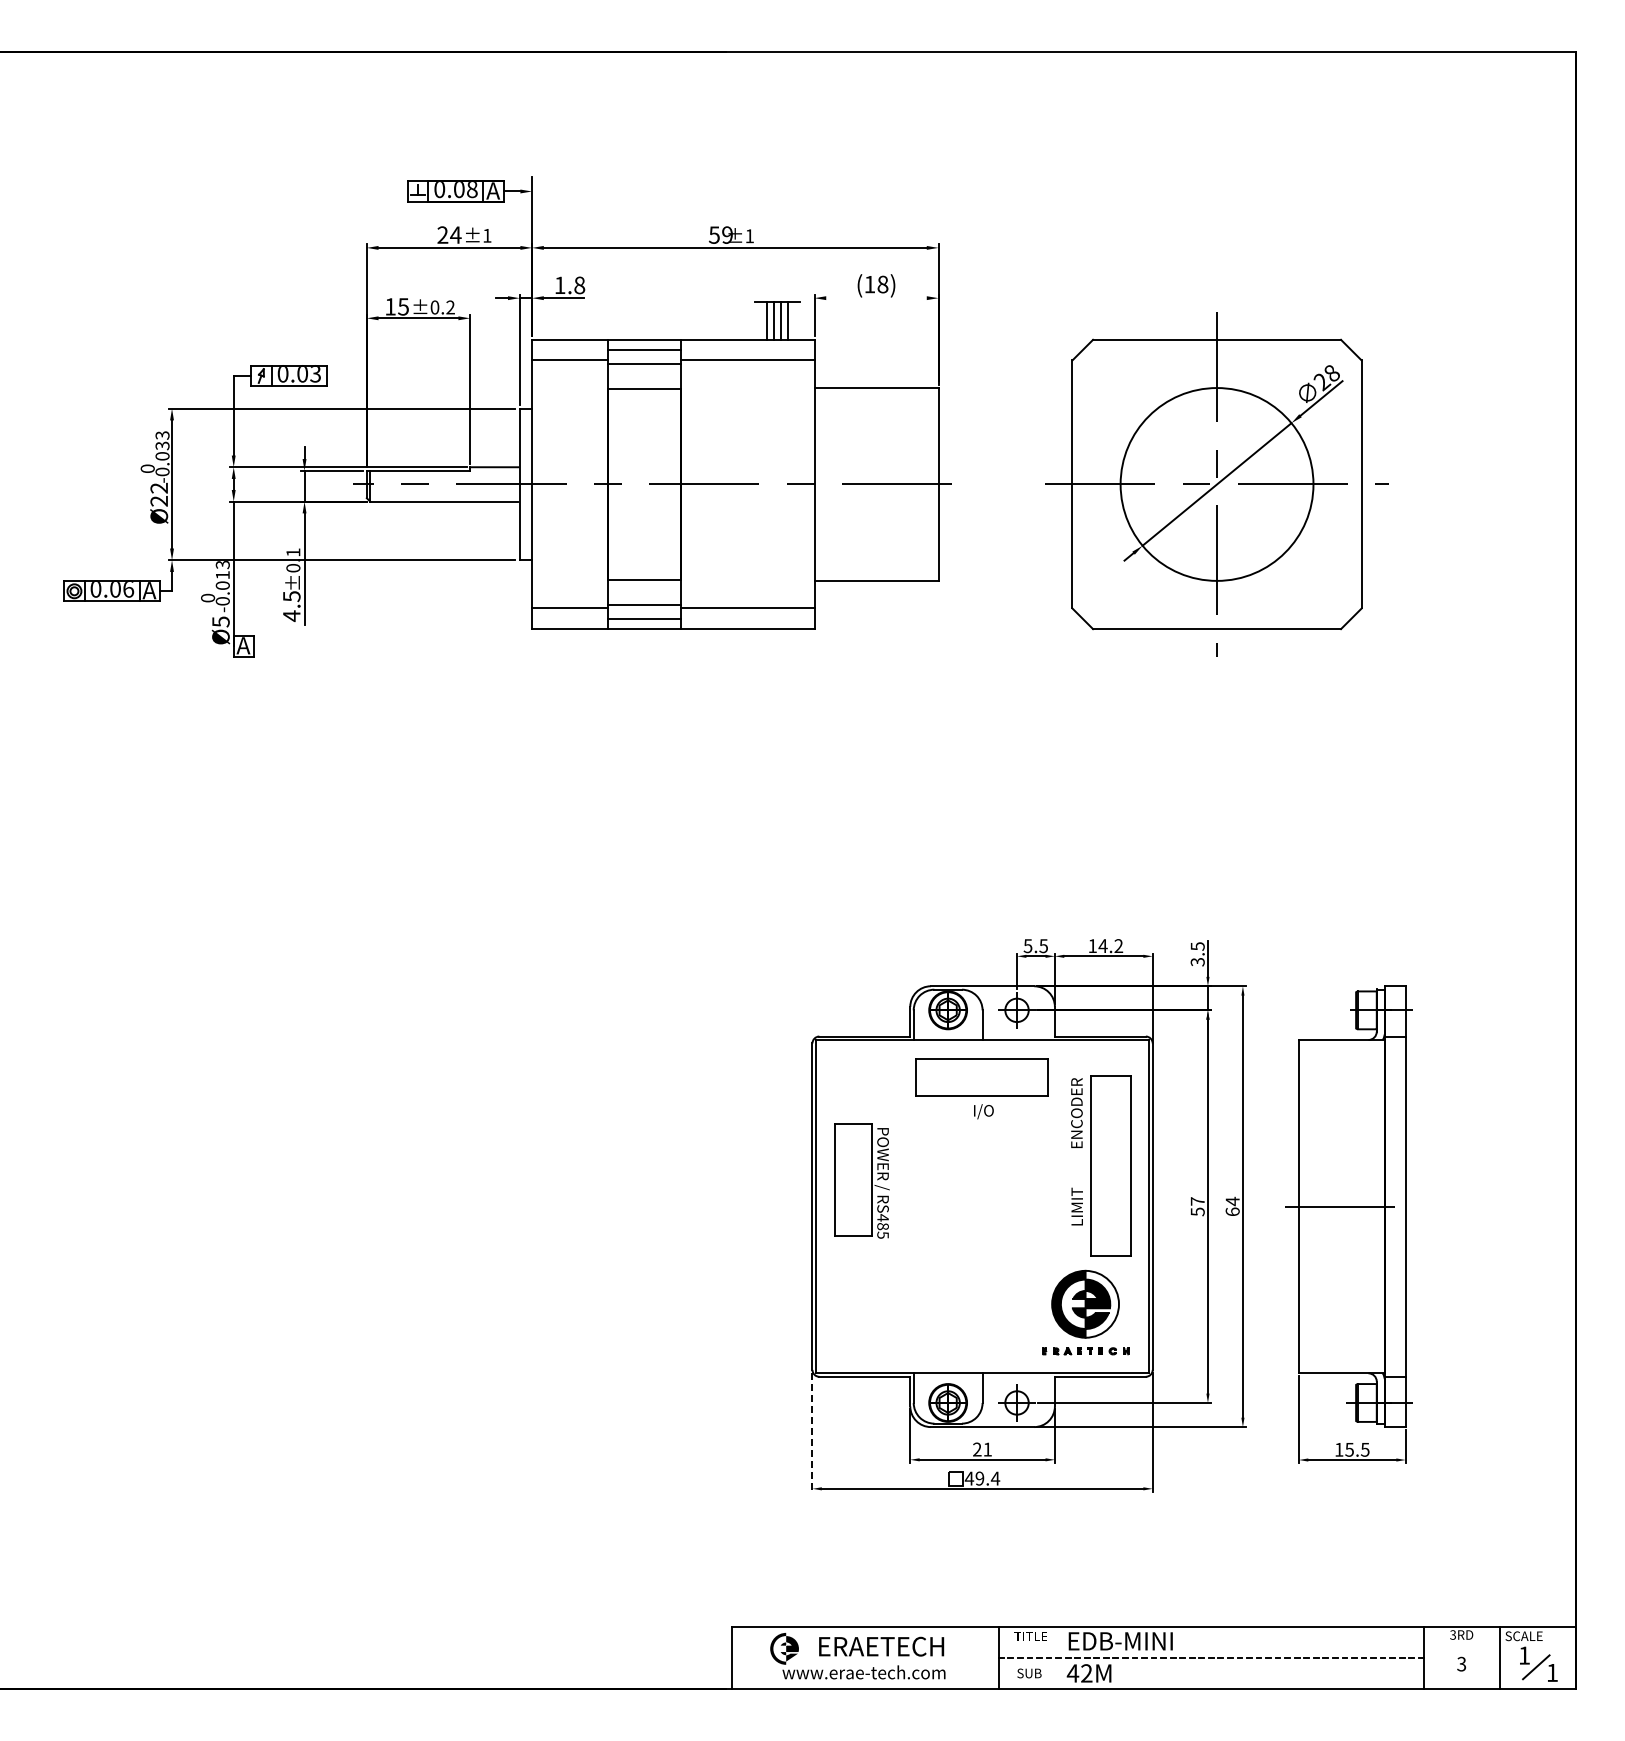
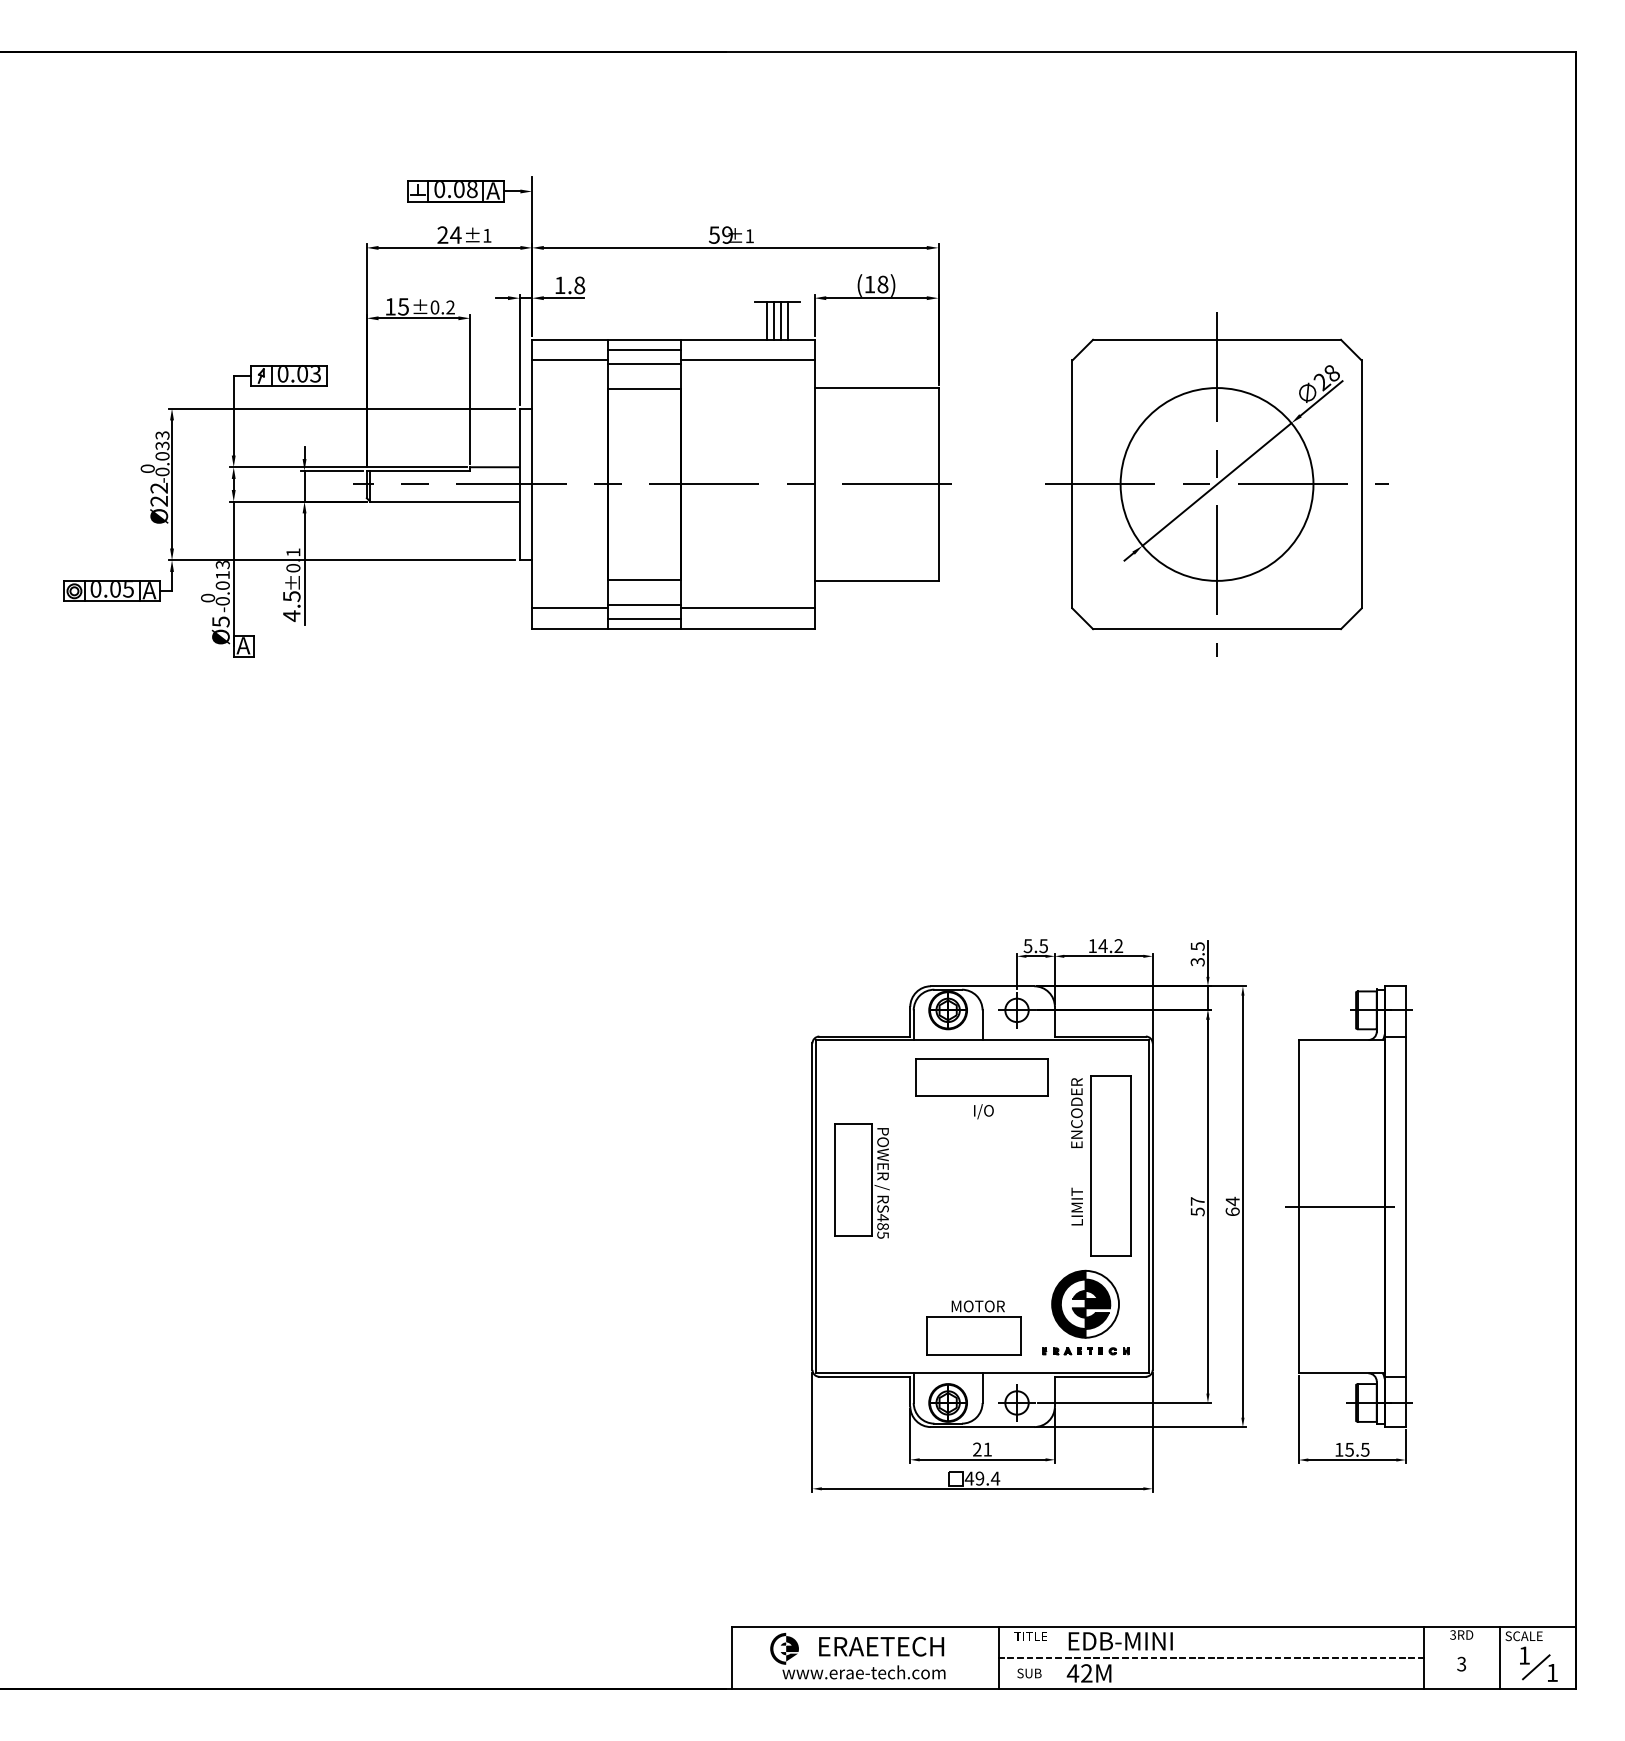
line at (876, 298): none -> present
text at (128, 589): 0.06 -> 0.05
part at (973, 1327): none -> present
line at (812, 1432): dashed -> solid
